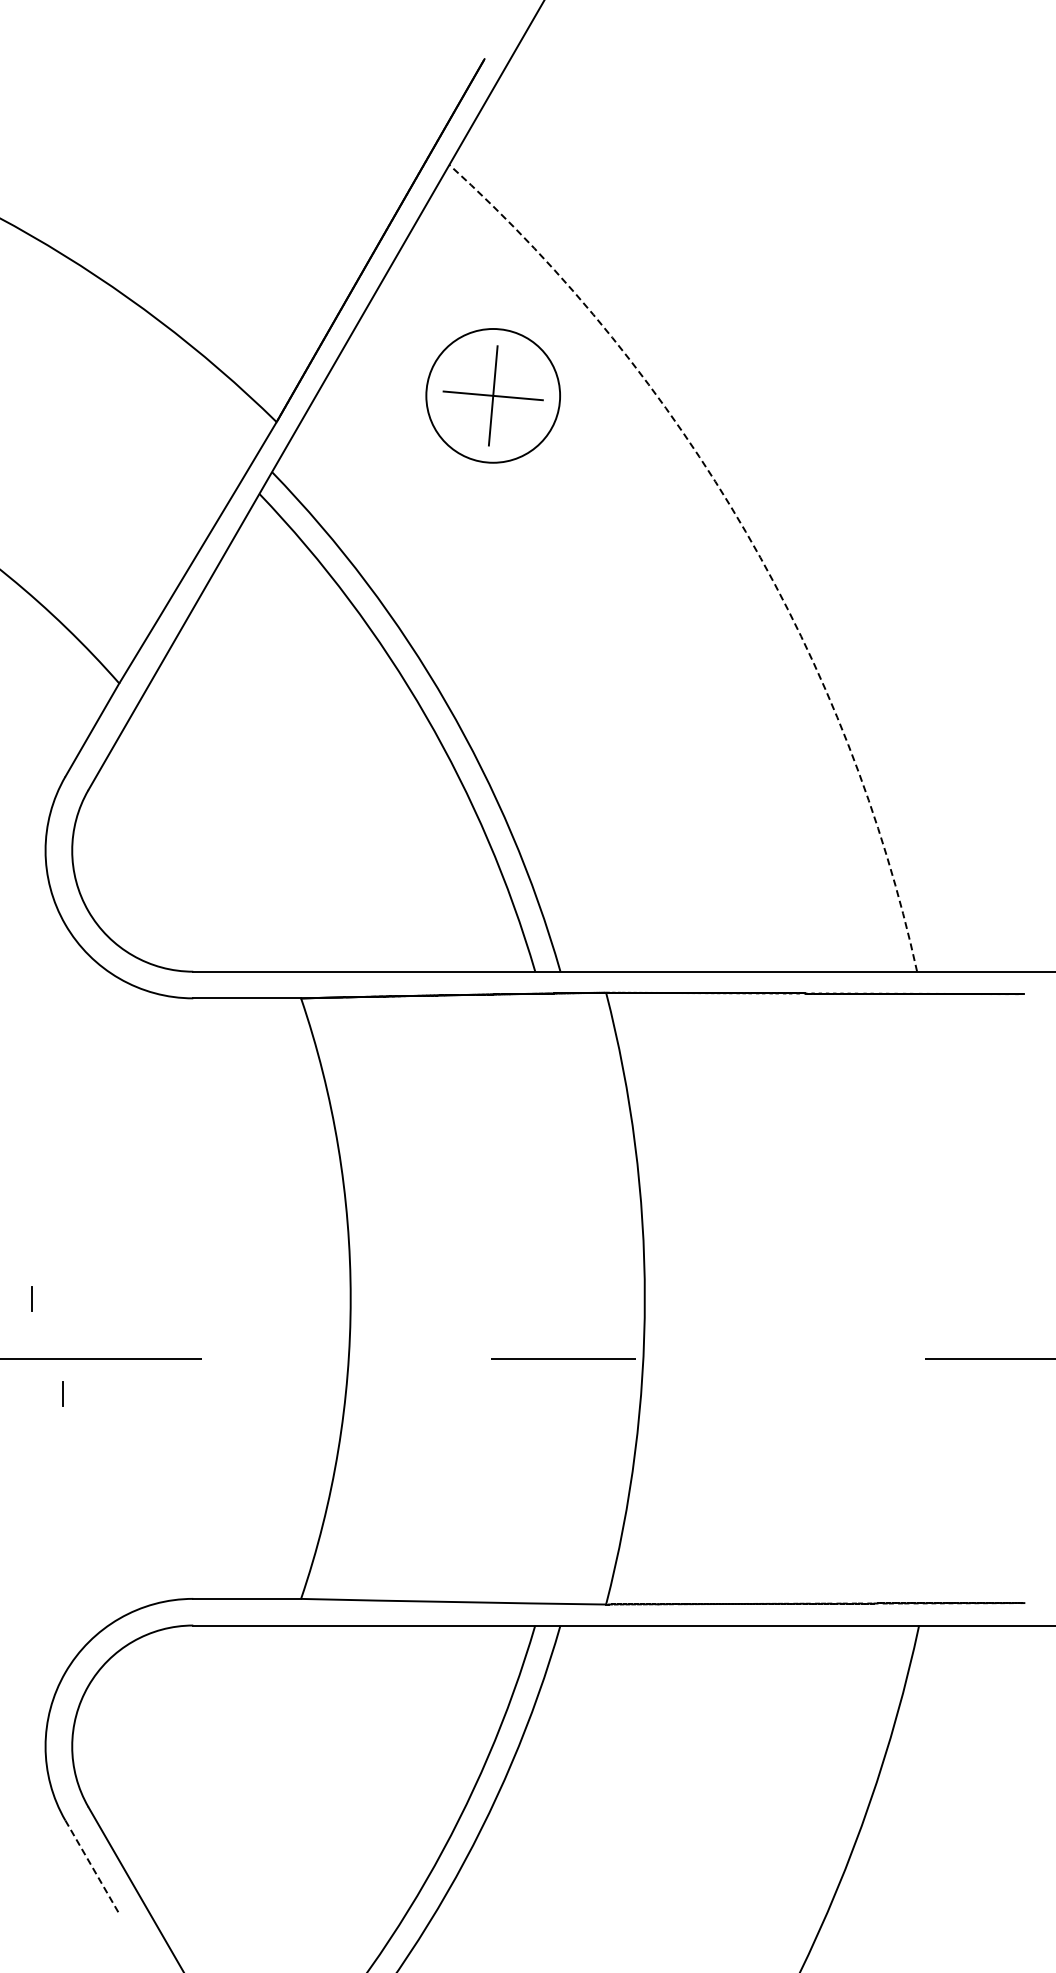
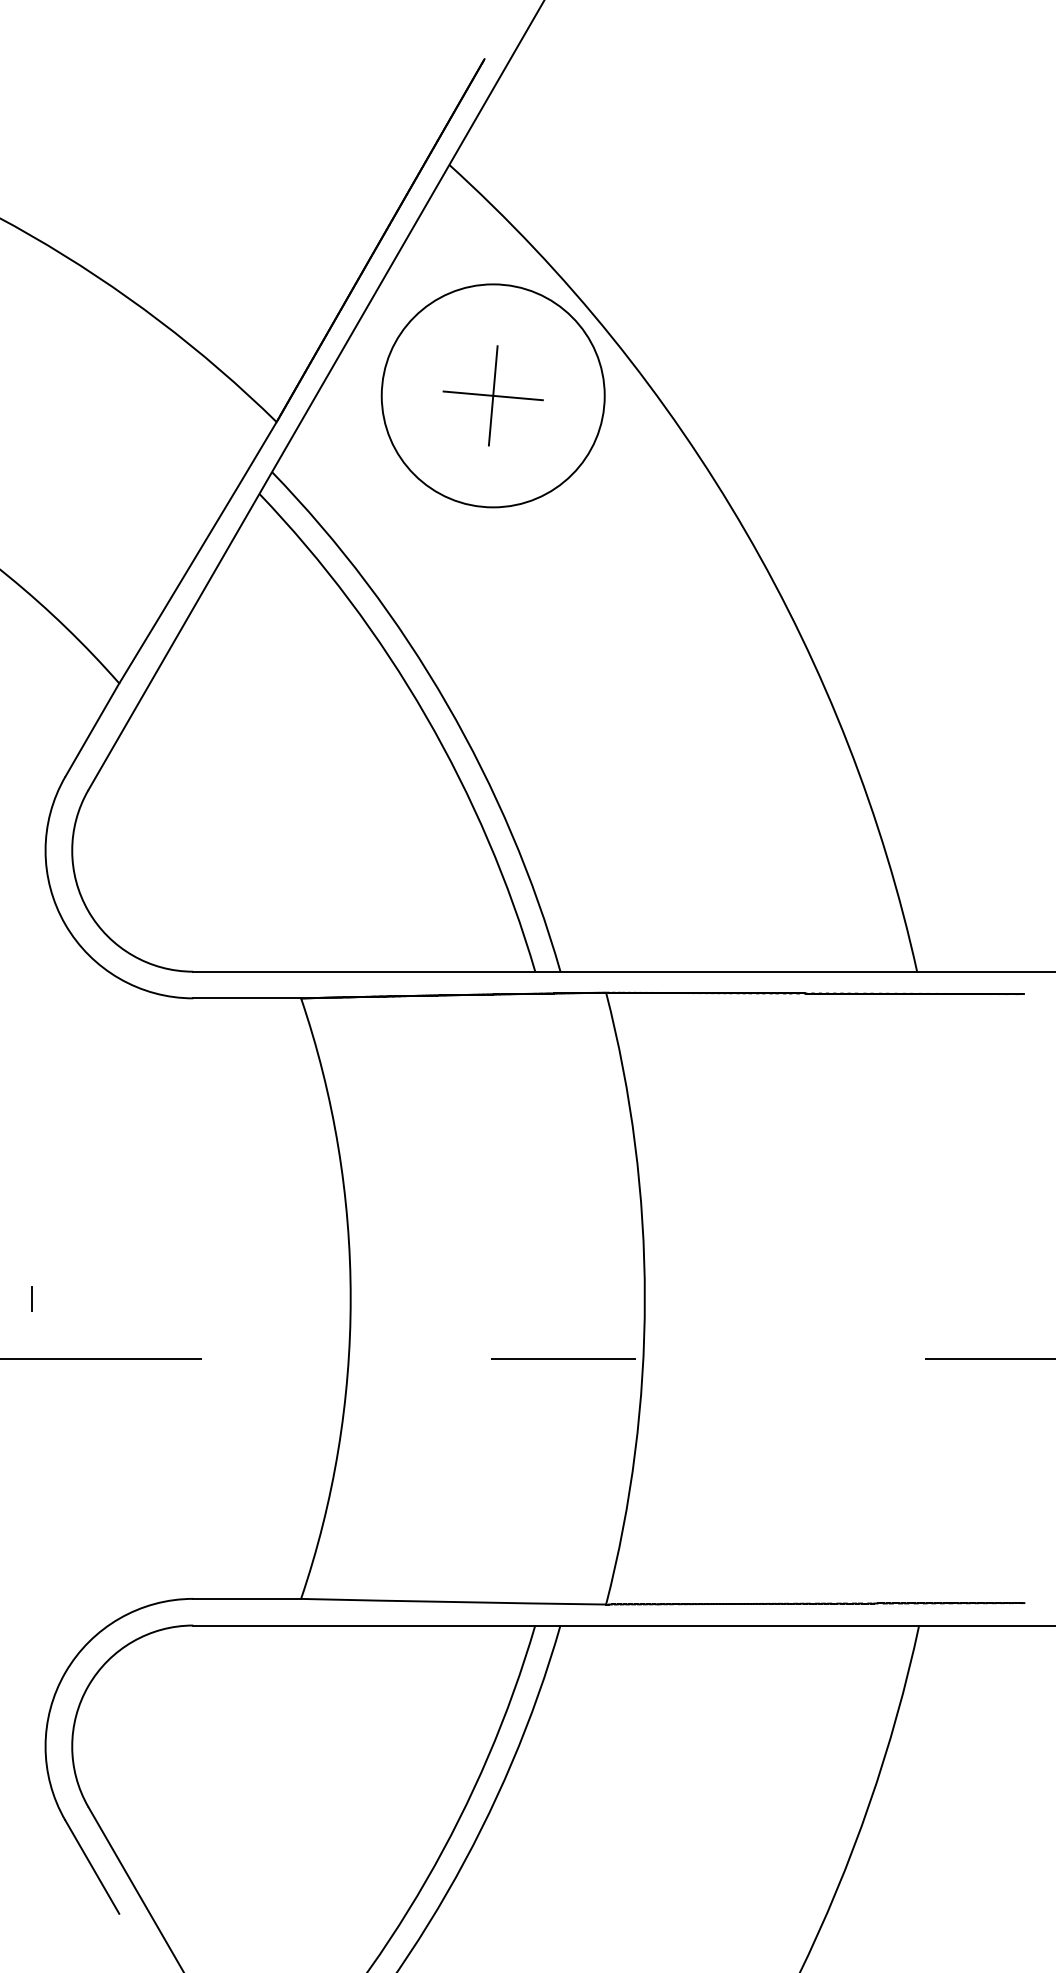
circle at (493, 395) diameter: 134 px -> 223 px
arc at (745, 532): dashed -> solid
line at (62, 1393): present -> none
line at (92, 1867): dashed -> solid
